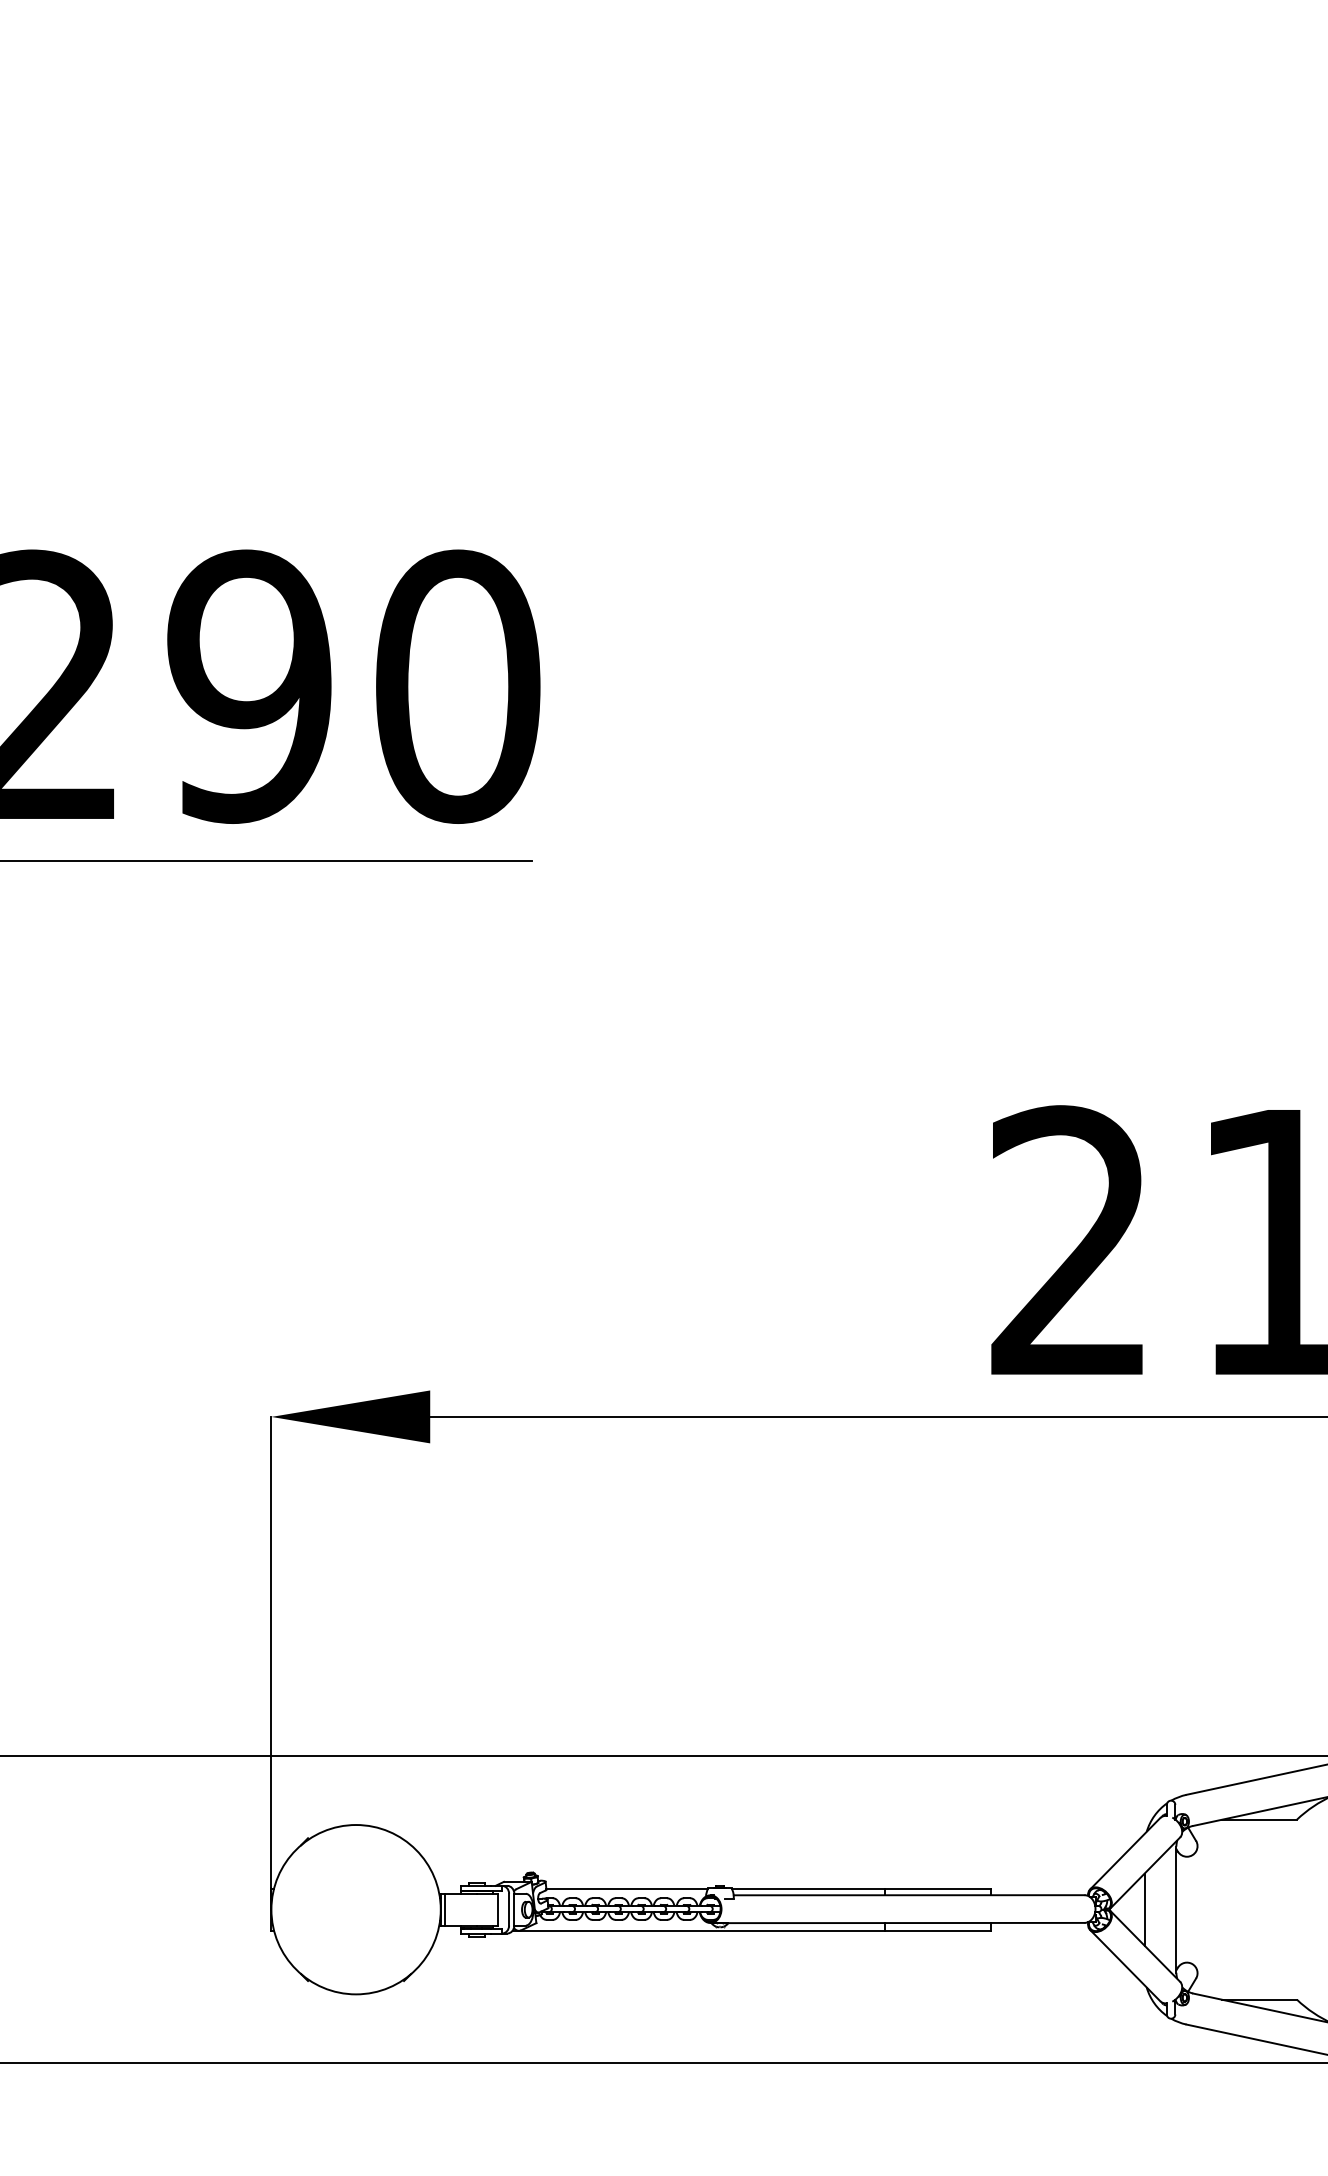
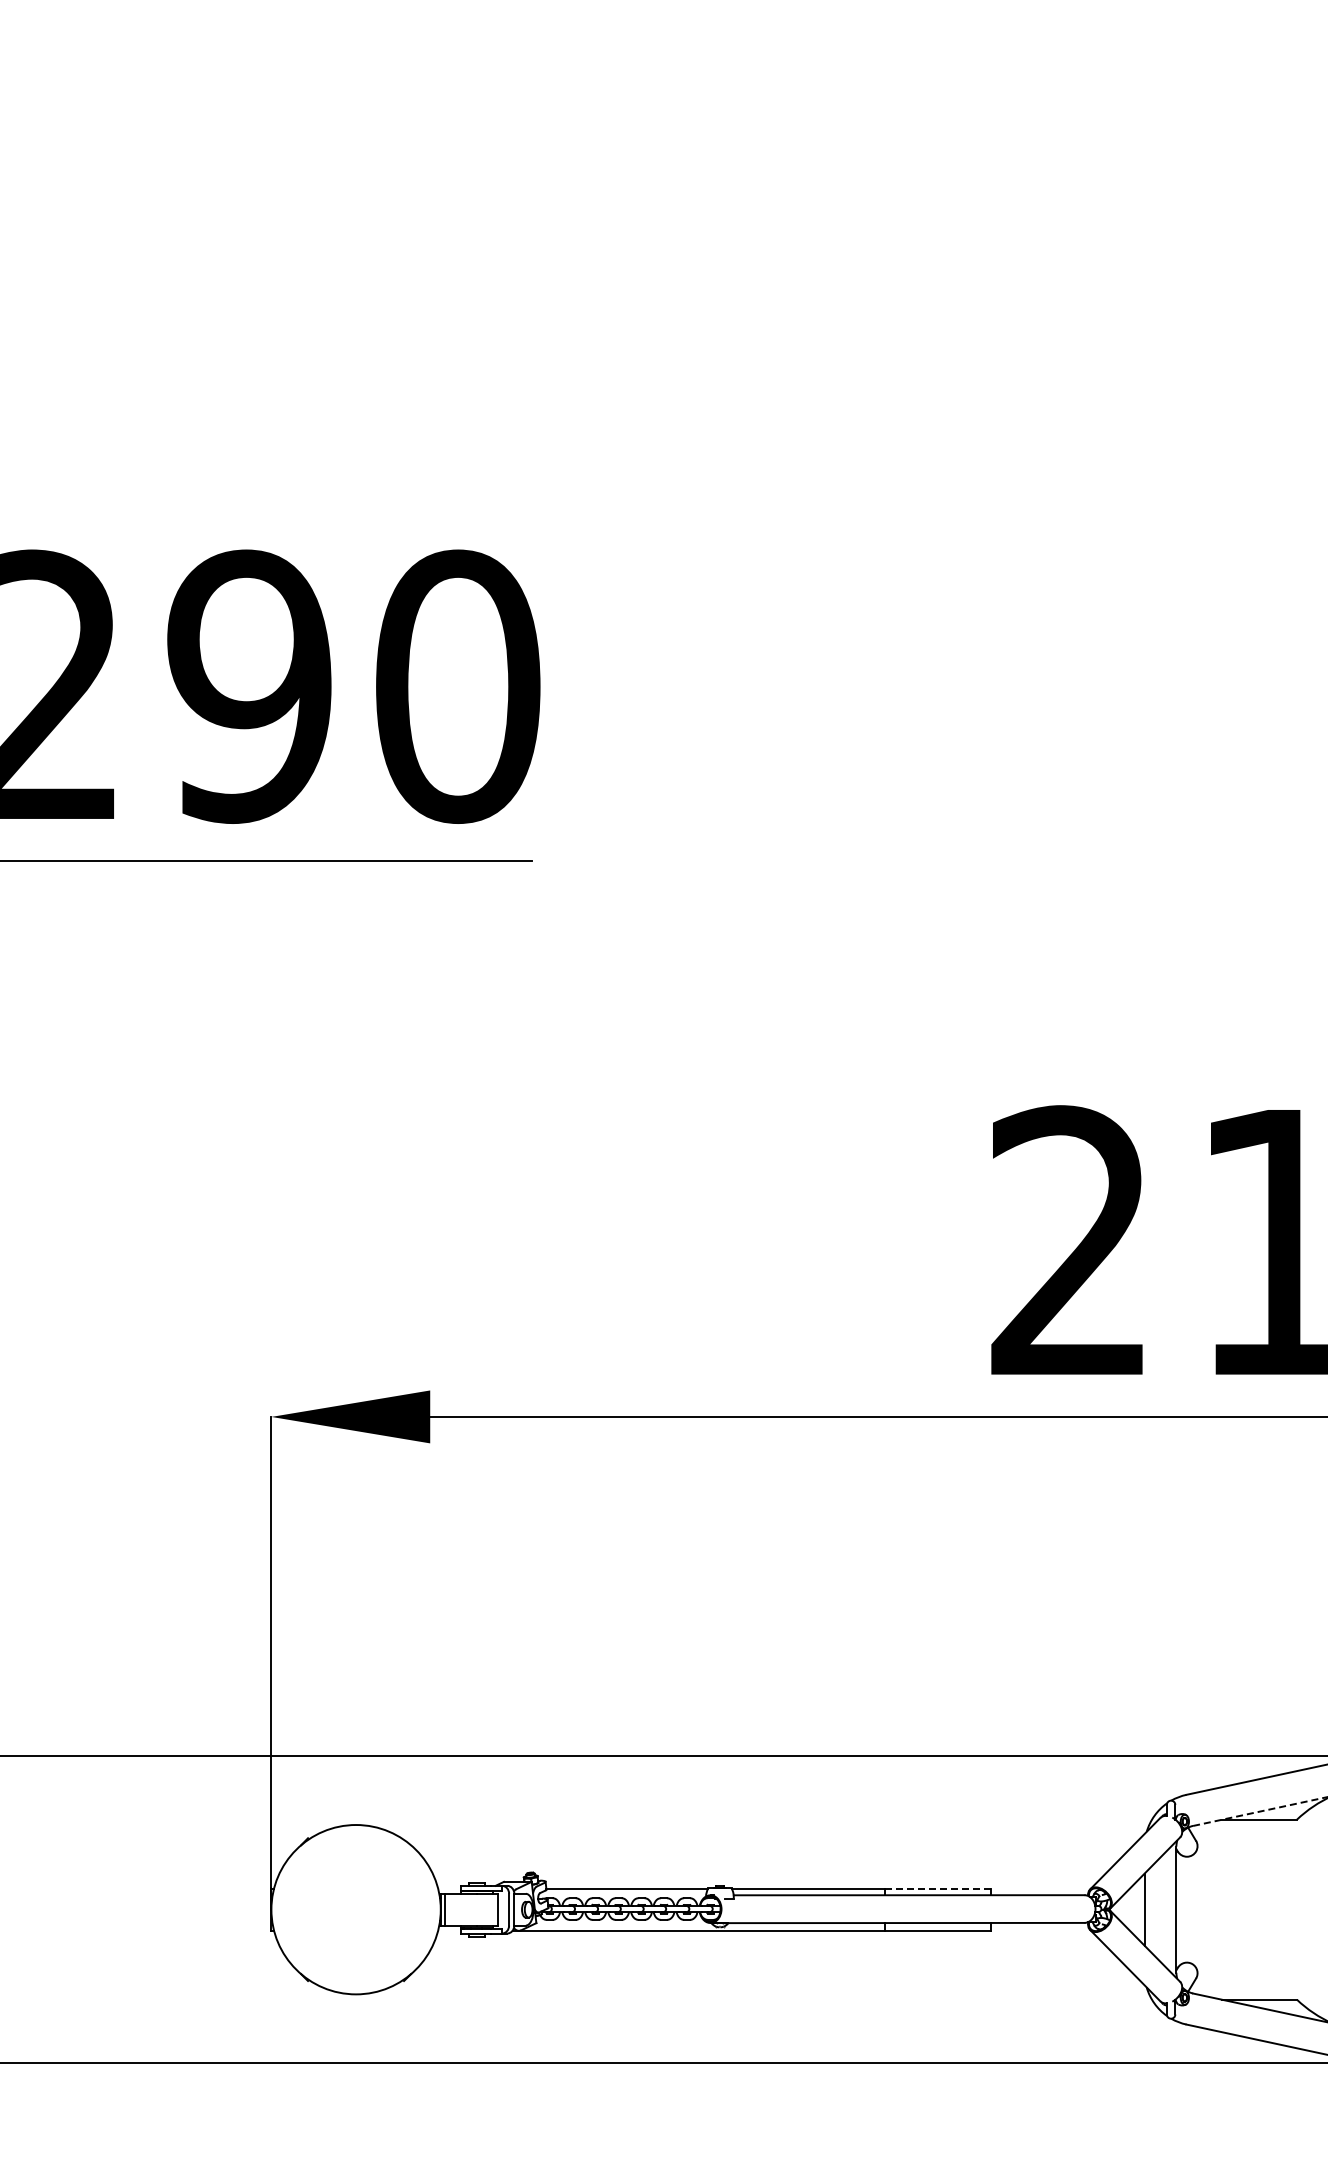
line at (1260, 1811): solid -> dashed
line at (938, 1888): solid -> dashed
